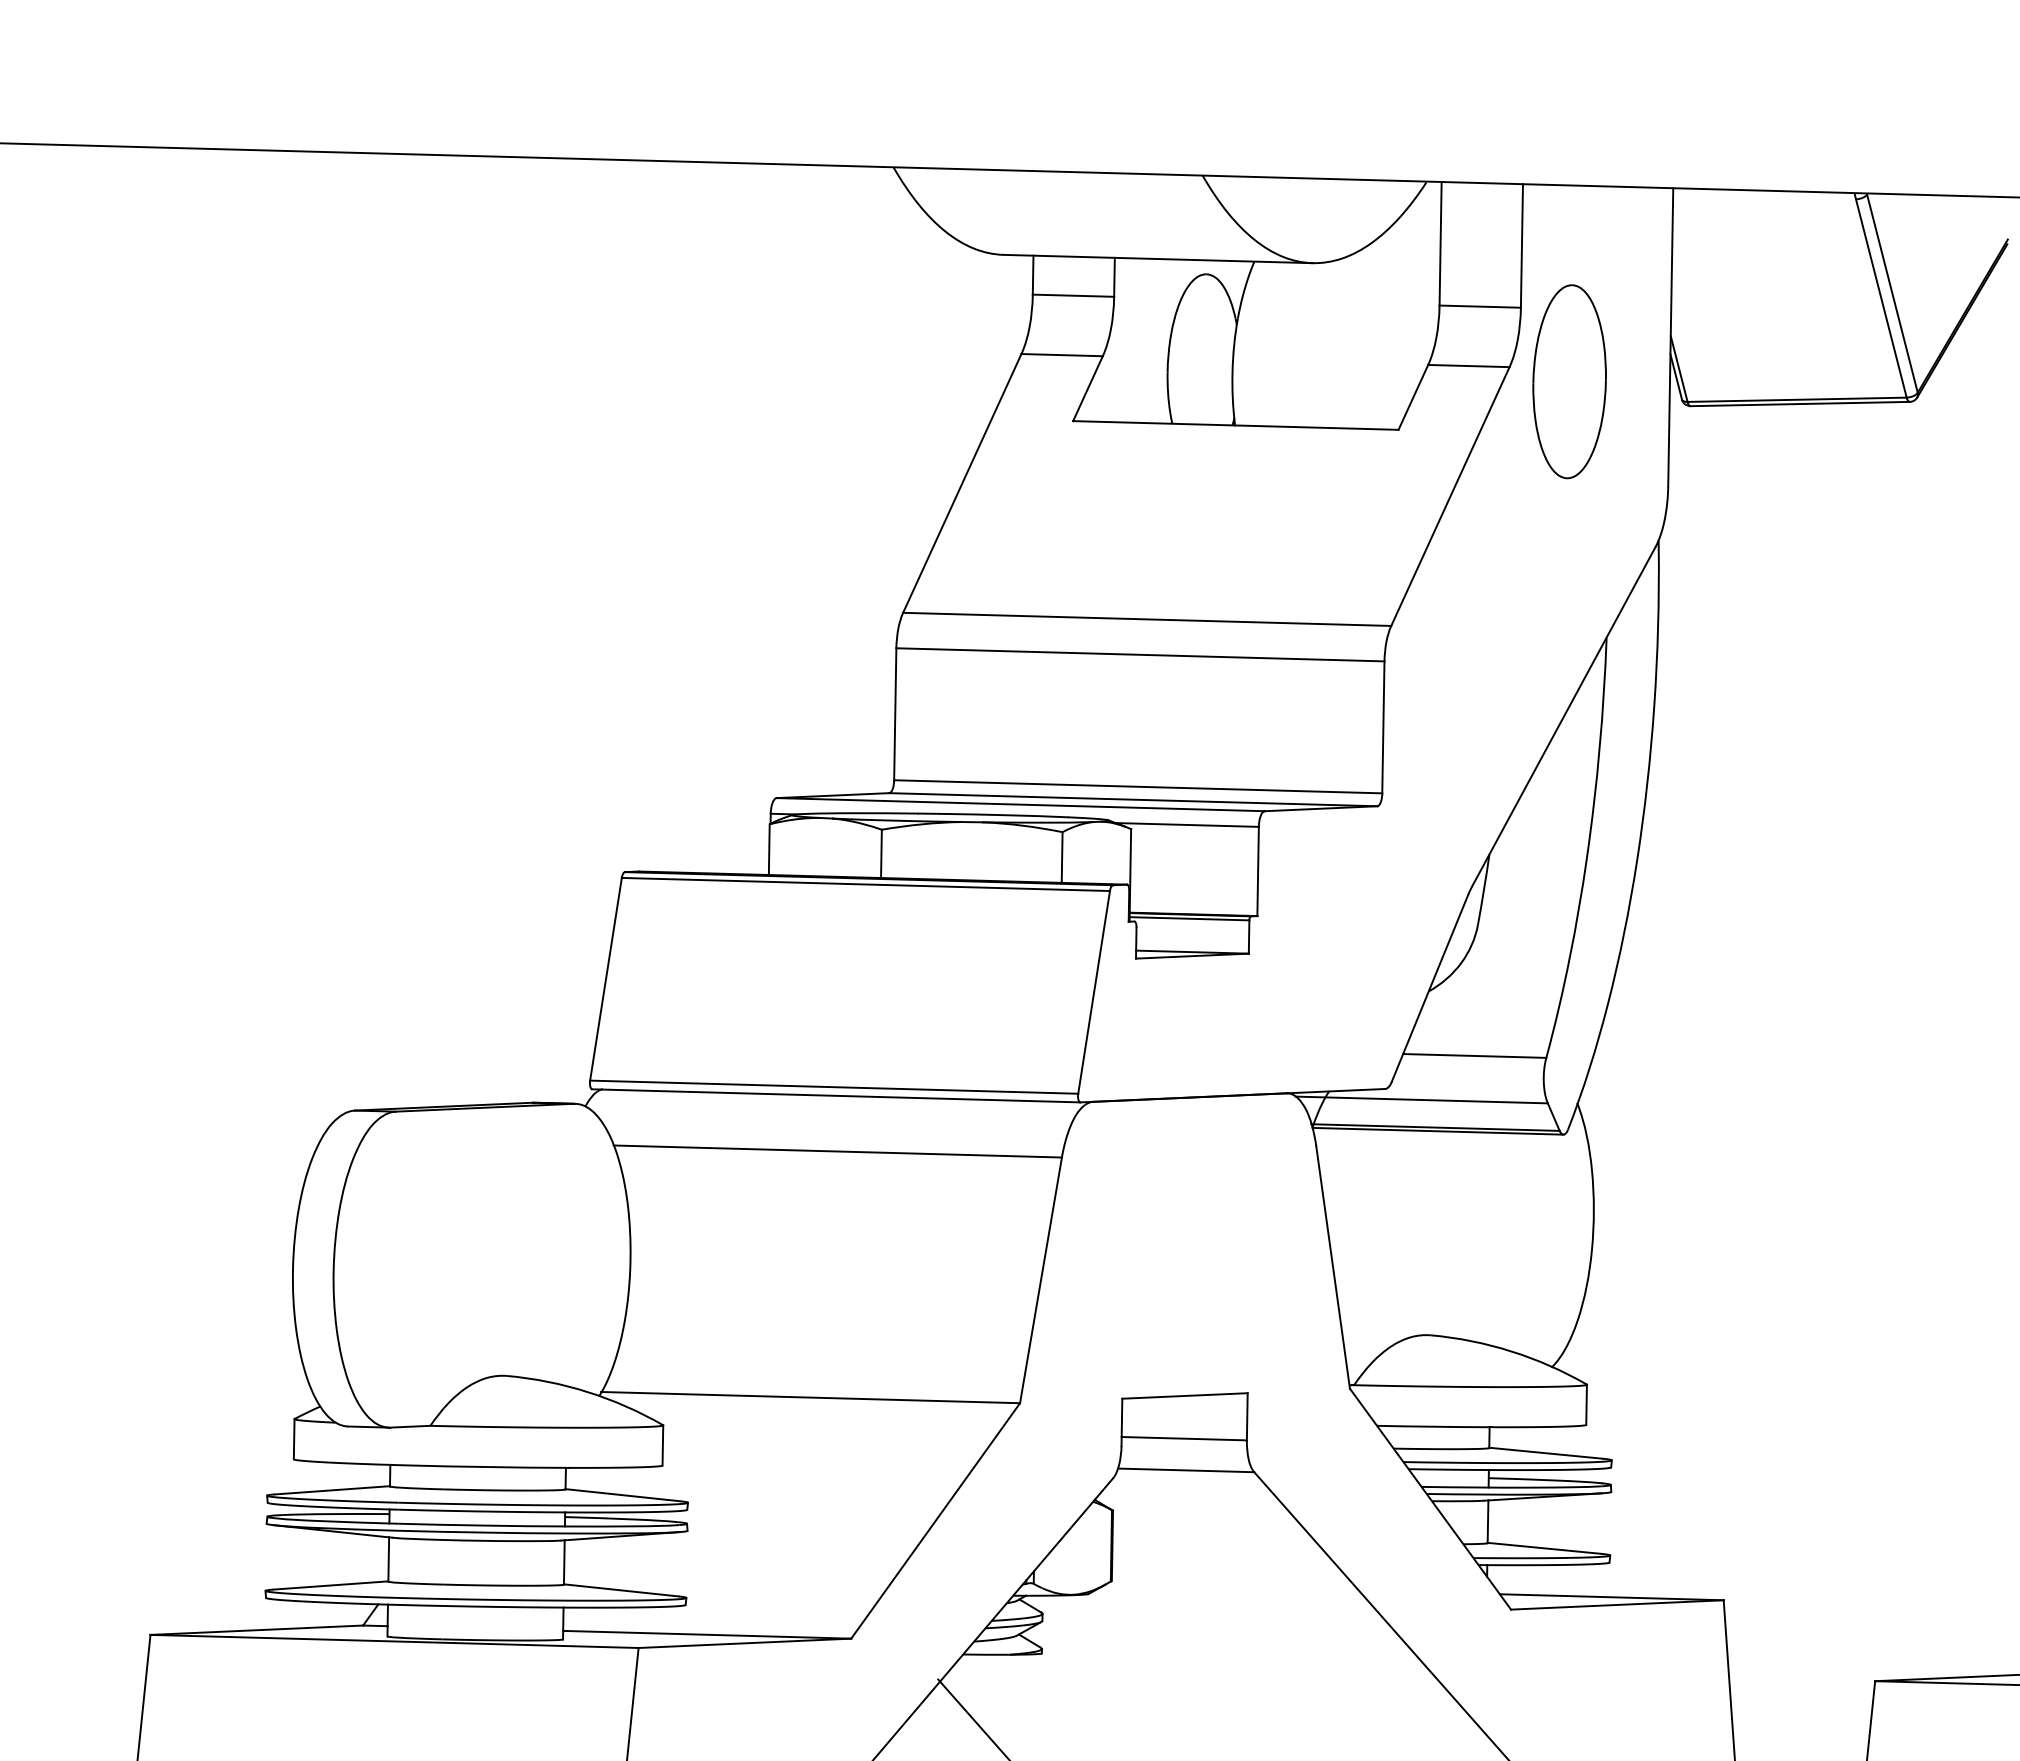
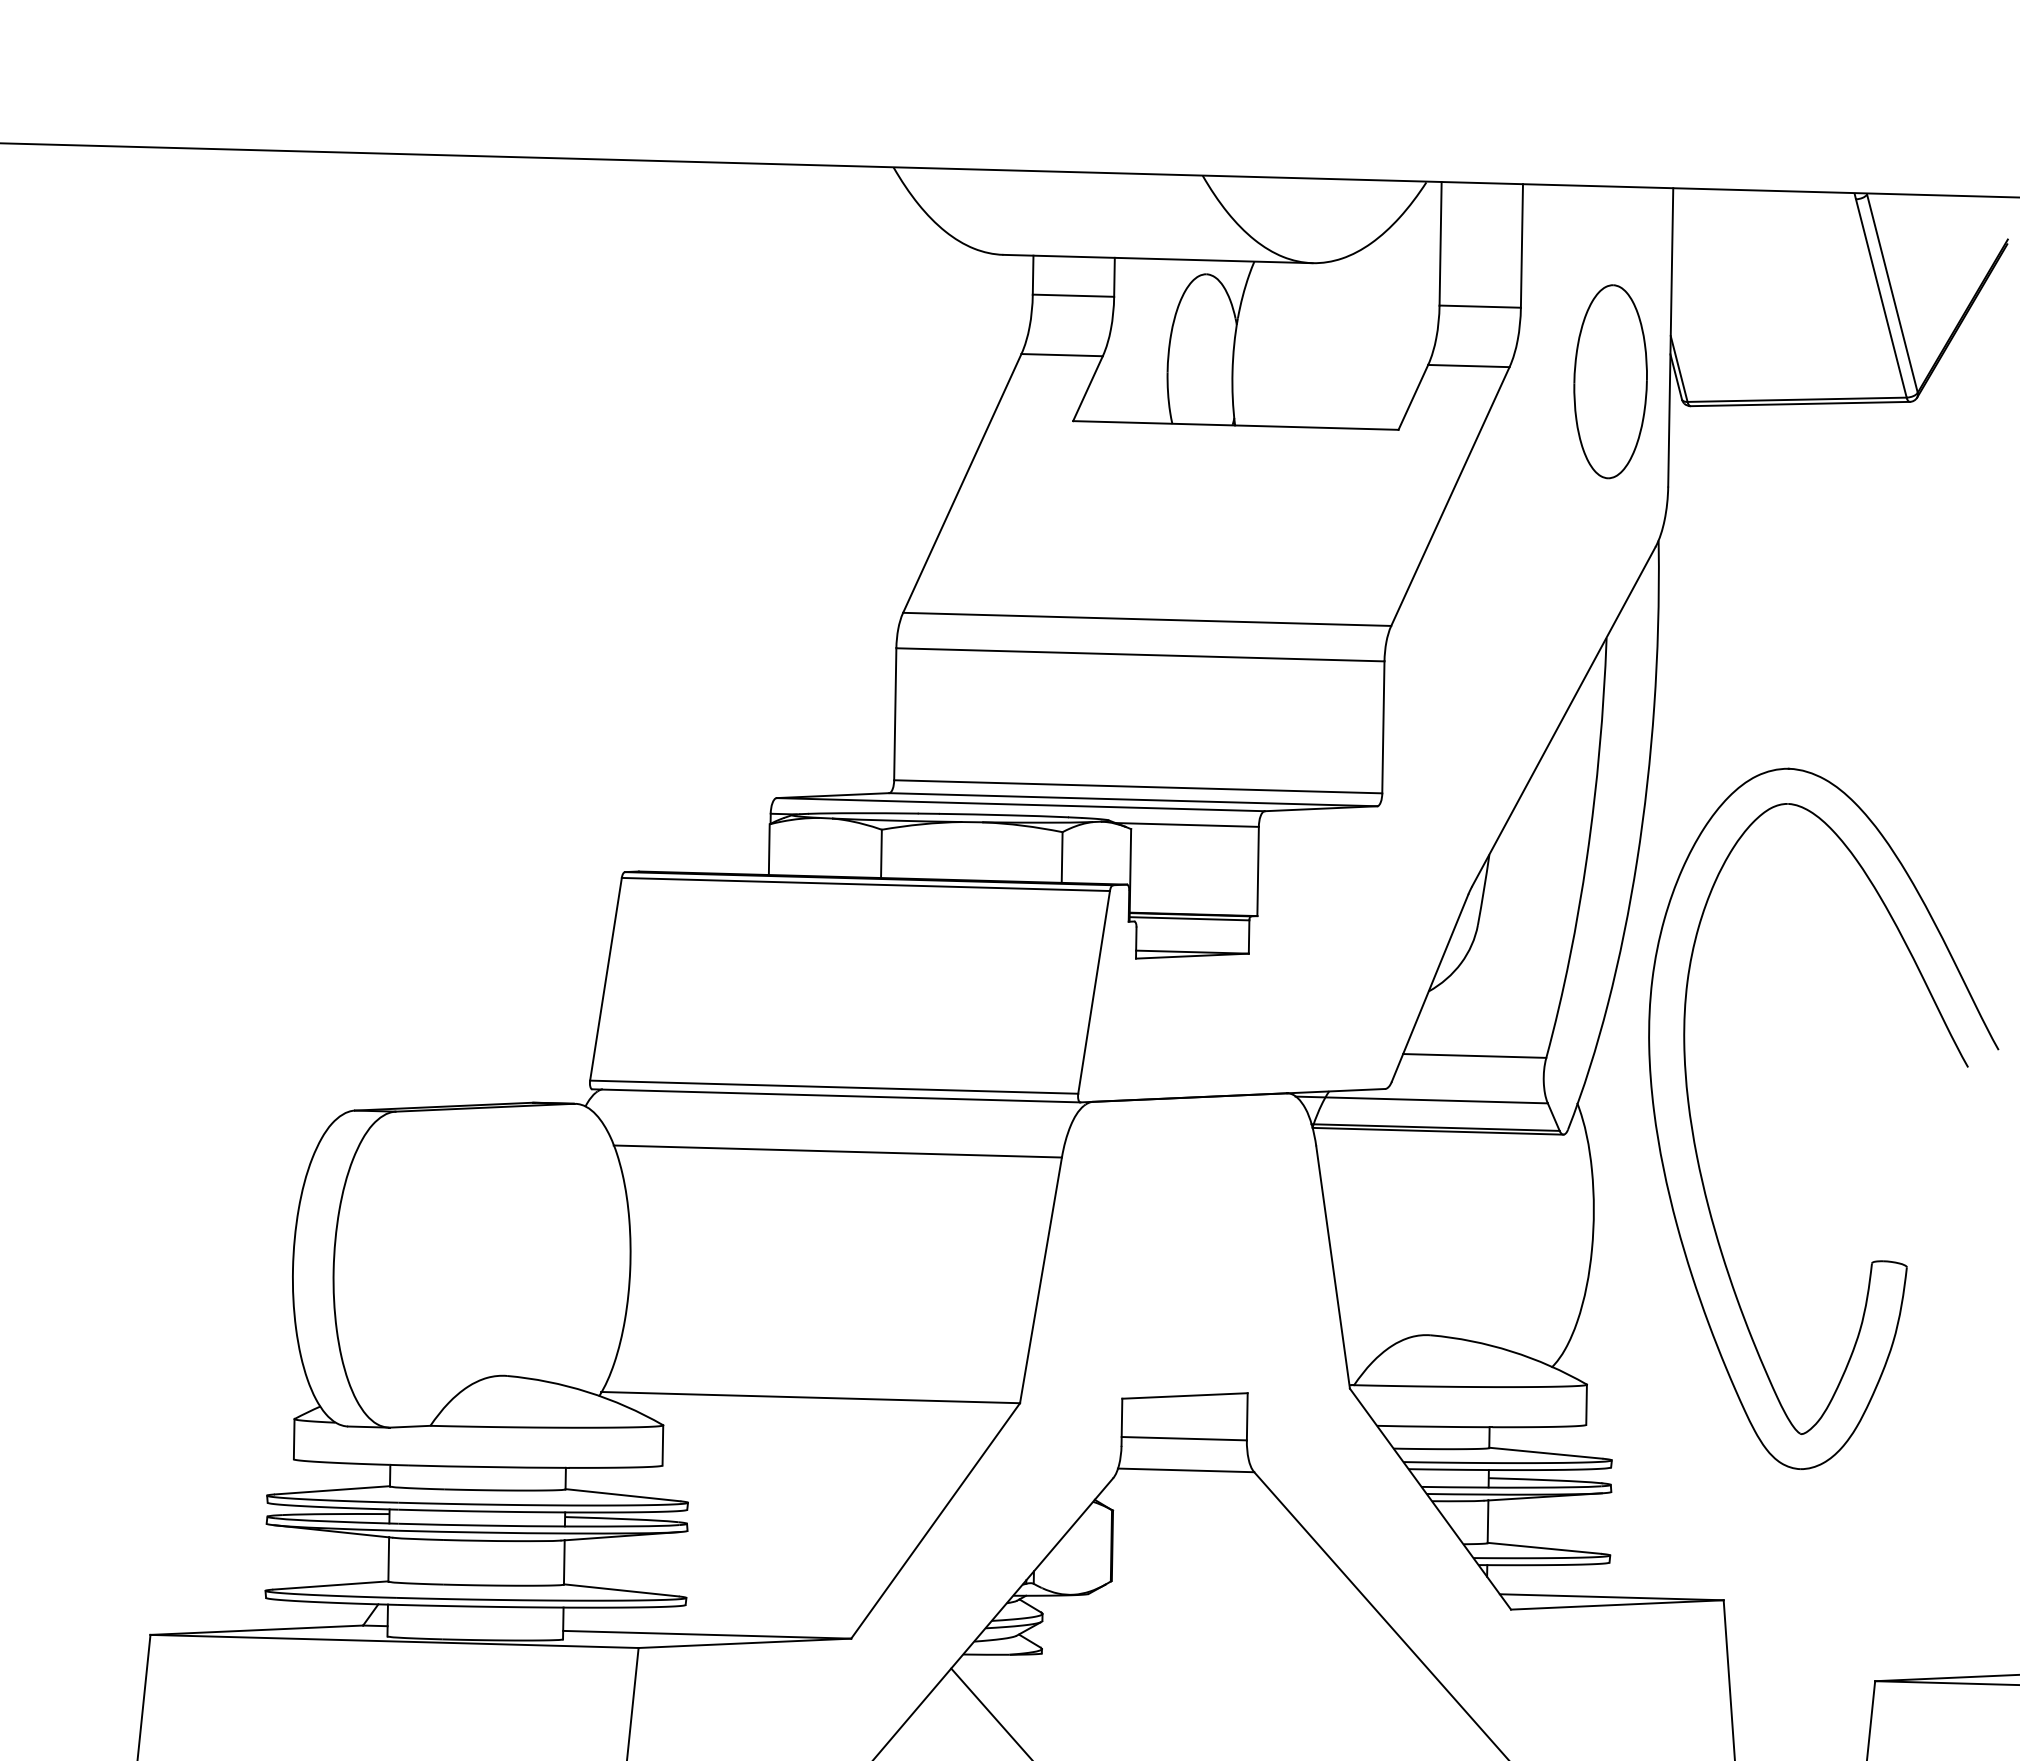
part at (1569, 381) position: (1569, 381) -> (1610, 381)
part at (1695, 1141): none -> present
line at (972, 1718) position: (972, 1718) -> (990, 1712)
